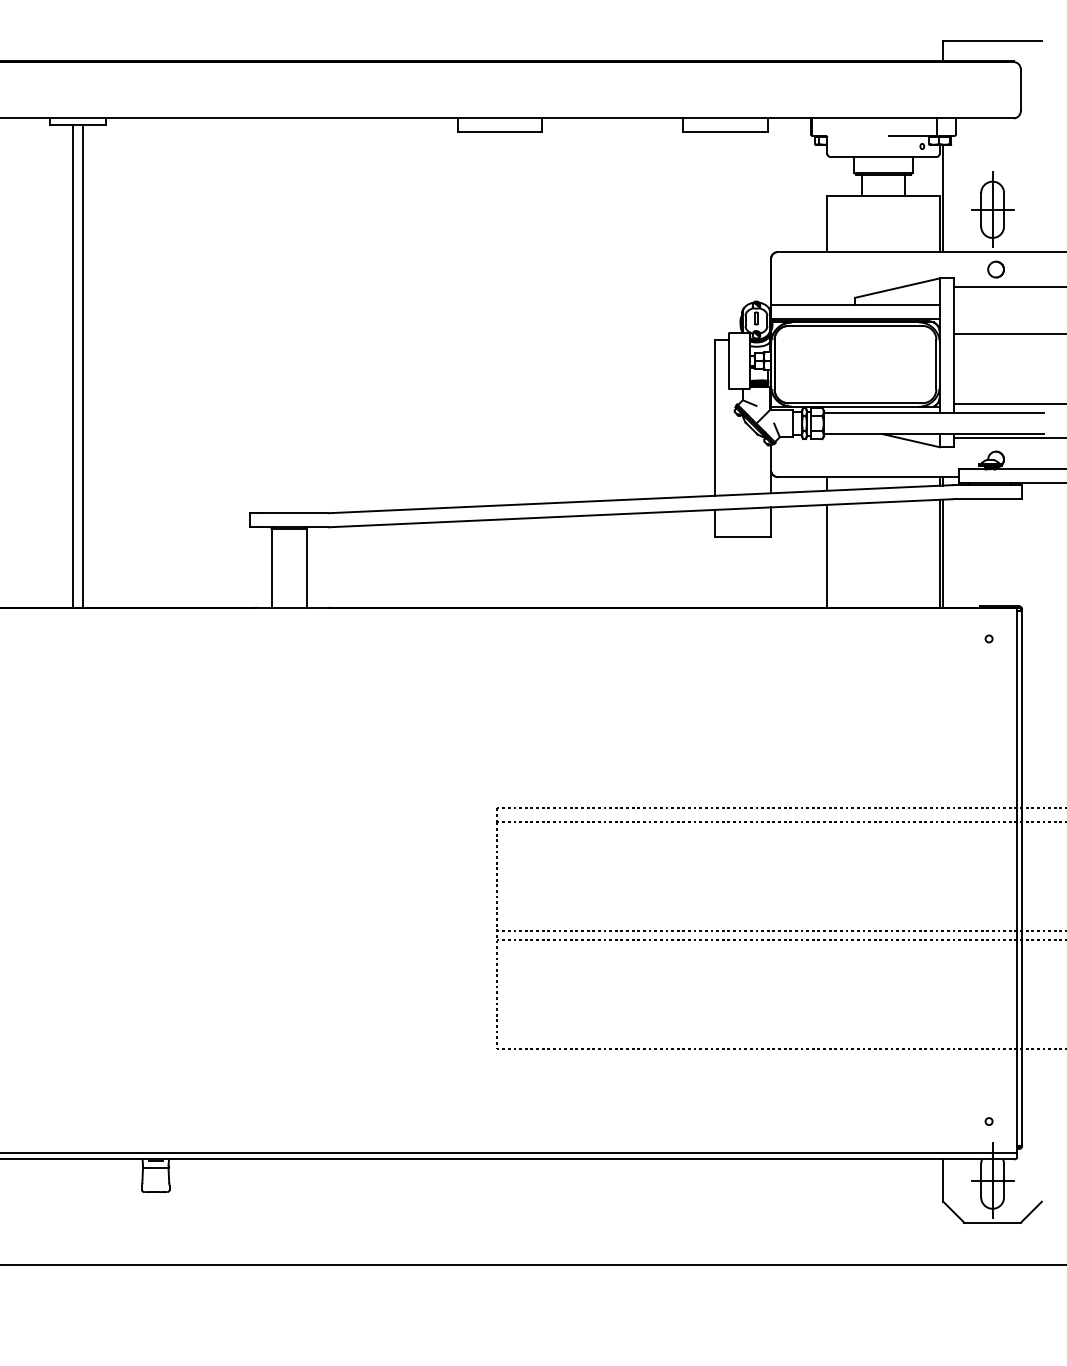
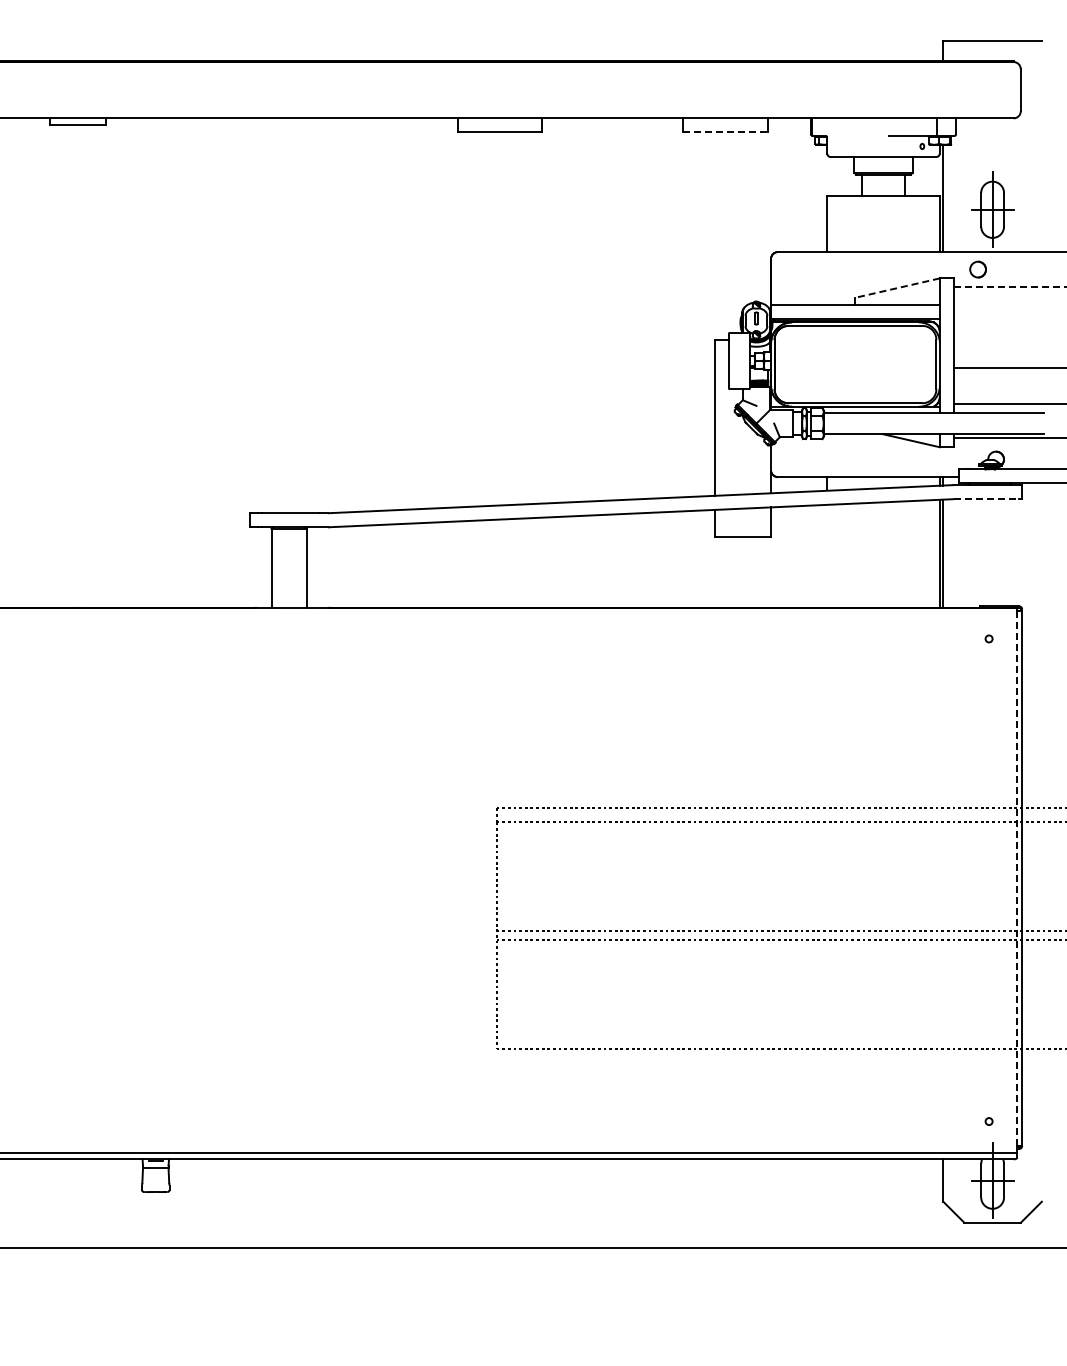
line at (725, 132): solid -> dashed
part at (995, 269) position: (995, 269) -> (977, 269)
line at (1010, 287): solid -> dashed
line at (897, 288): solid -> dashed
line at (1008, 333) position: (1008, 333) -> (1008, 367)
line at (72, 366): present -> none
line at (83, 366): present -> none
line at (986, 499): solid -> dashed
line at (827, 555): present -> none
line at (1017, 880): solid -> dashed
line at (532, 1265) position: (532, 1265) -> (532, 1248)
